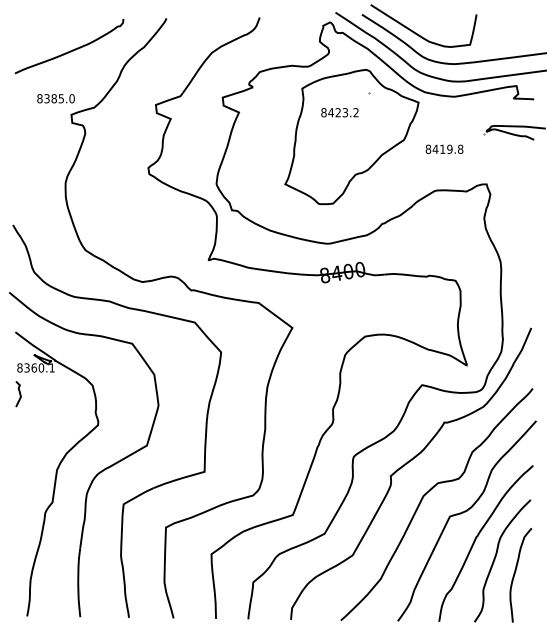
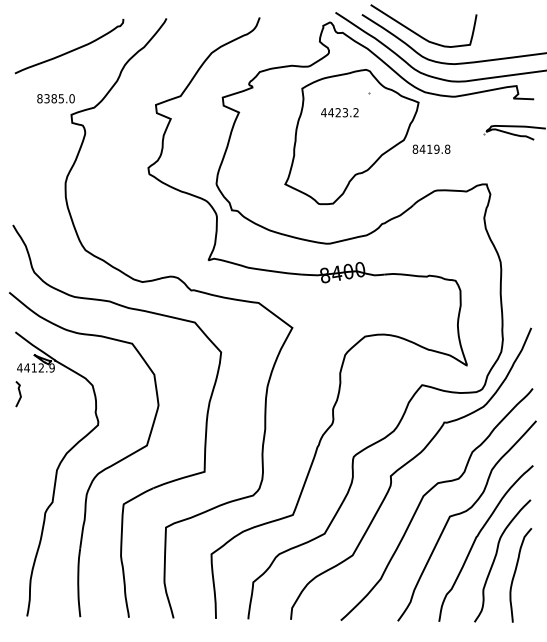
text at (323, 112): 8423.2 -> 4423.2
text at (444, 148) position: (444, 148) -> (431, 148)
text at (35, 367): 8360.1 -> 4412.9
